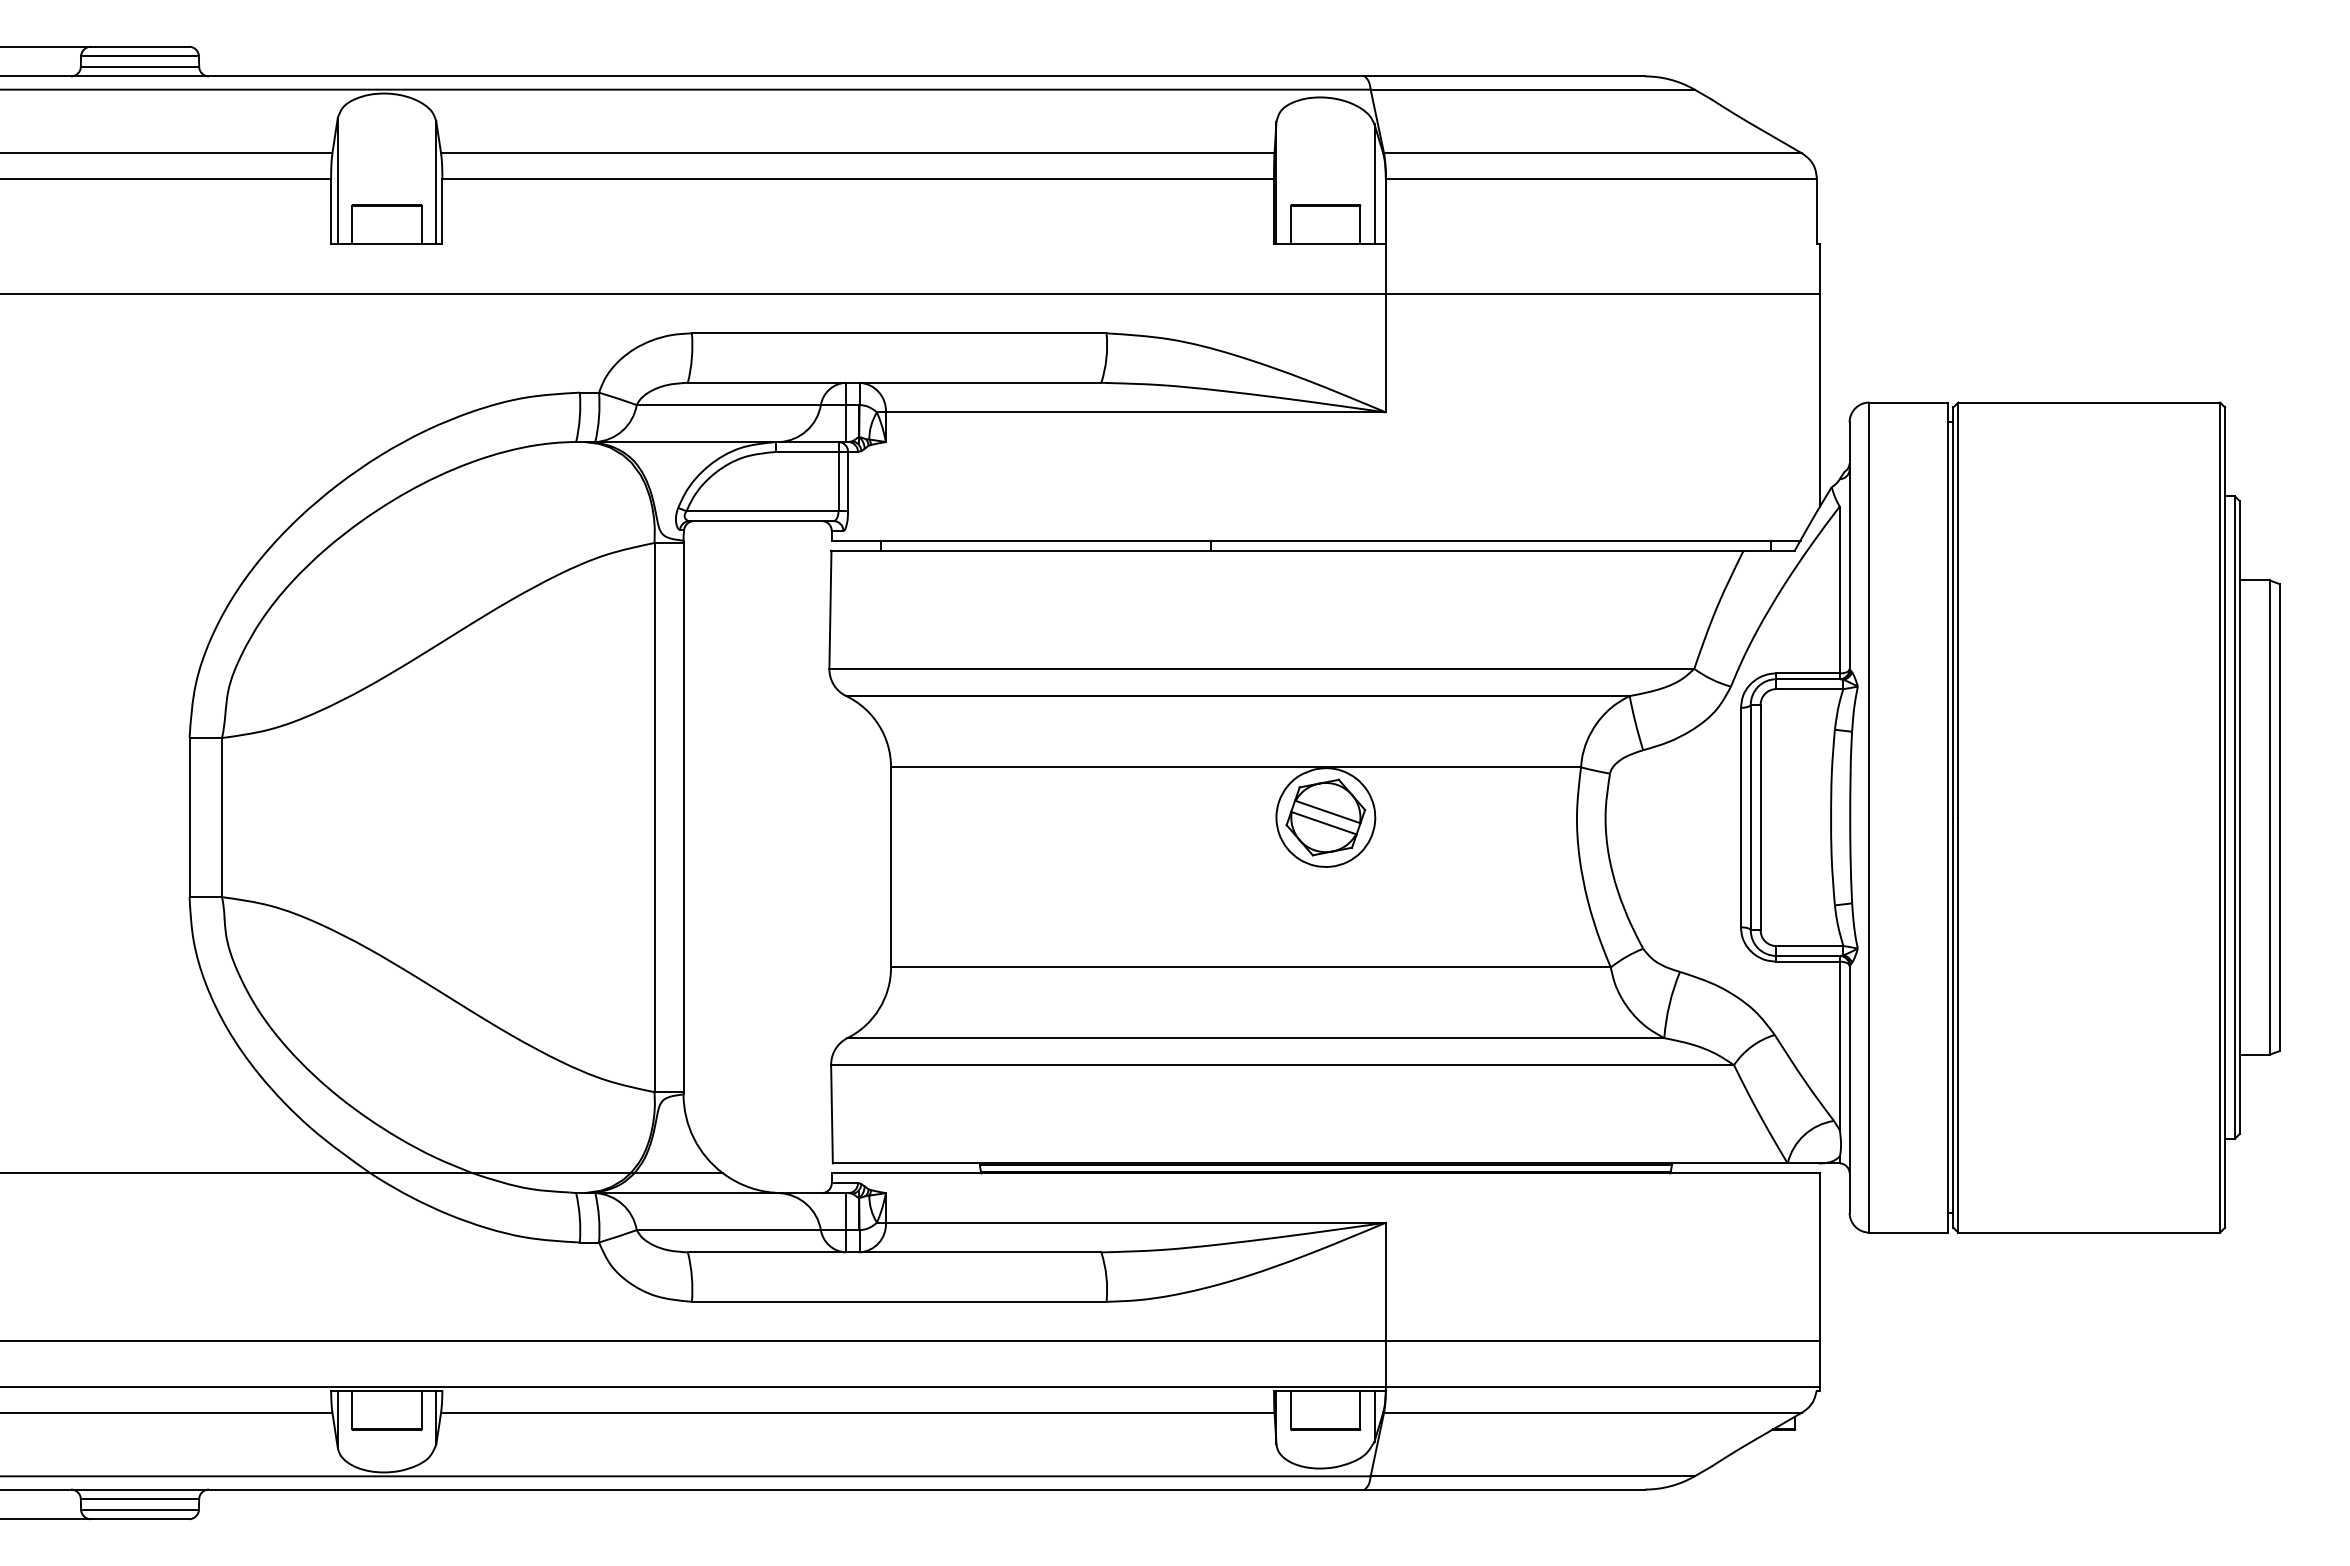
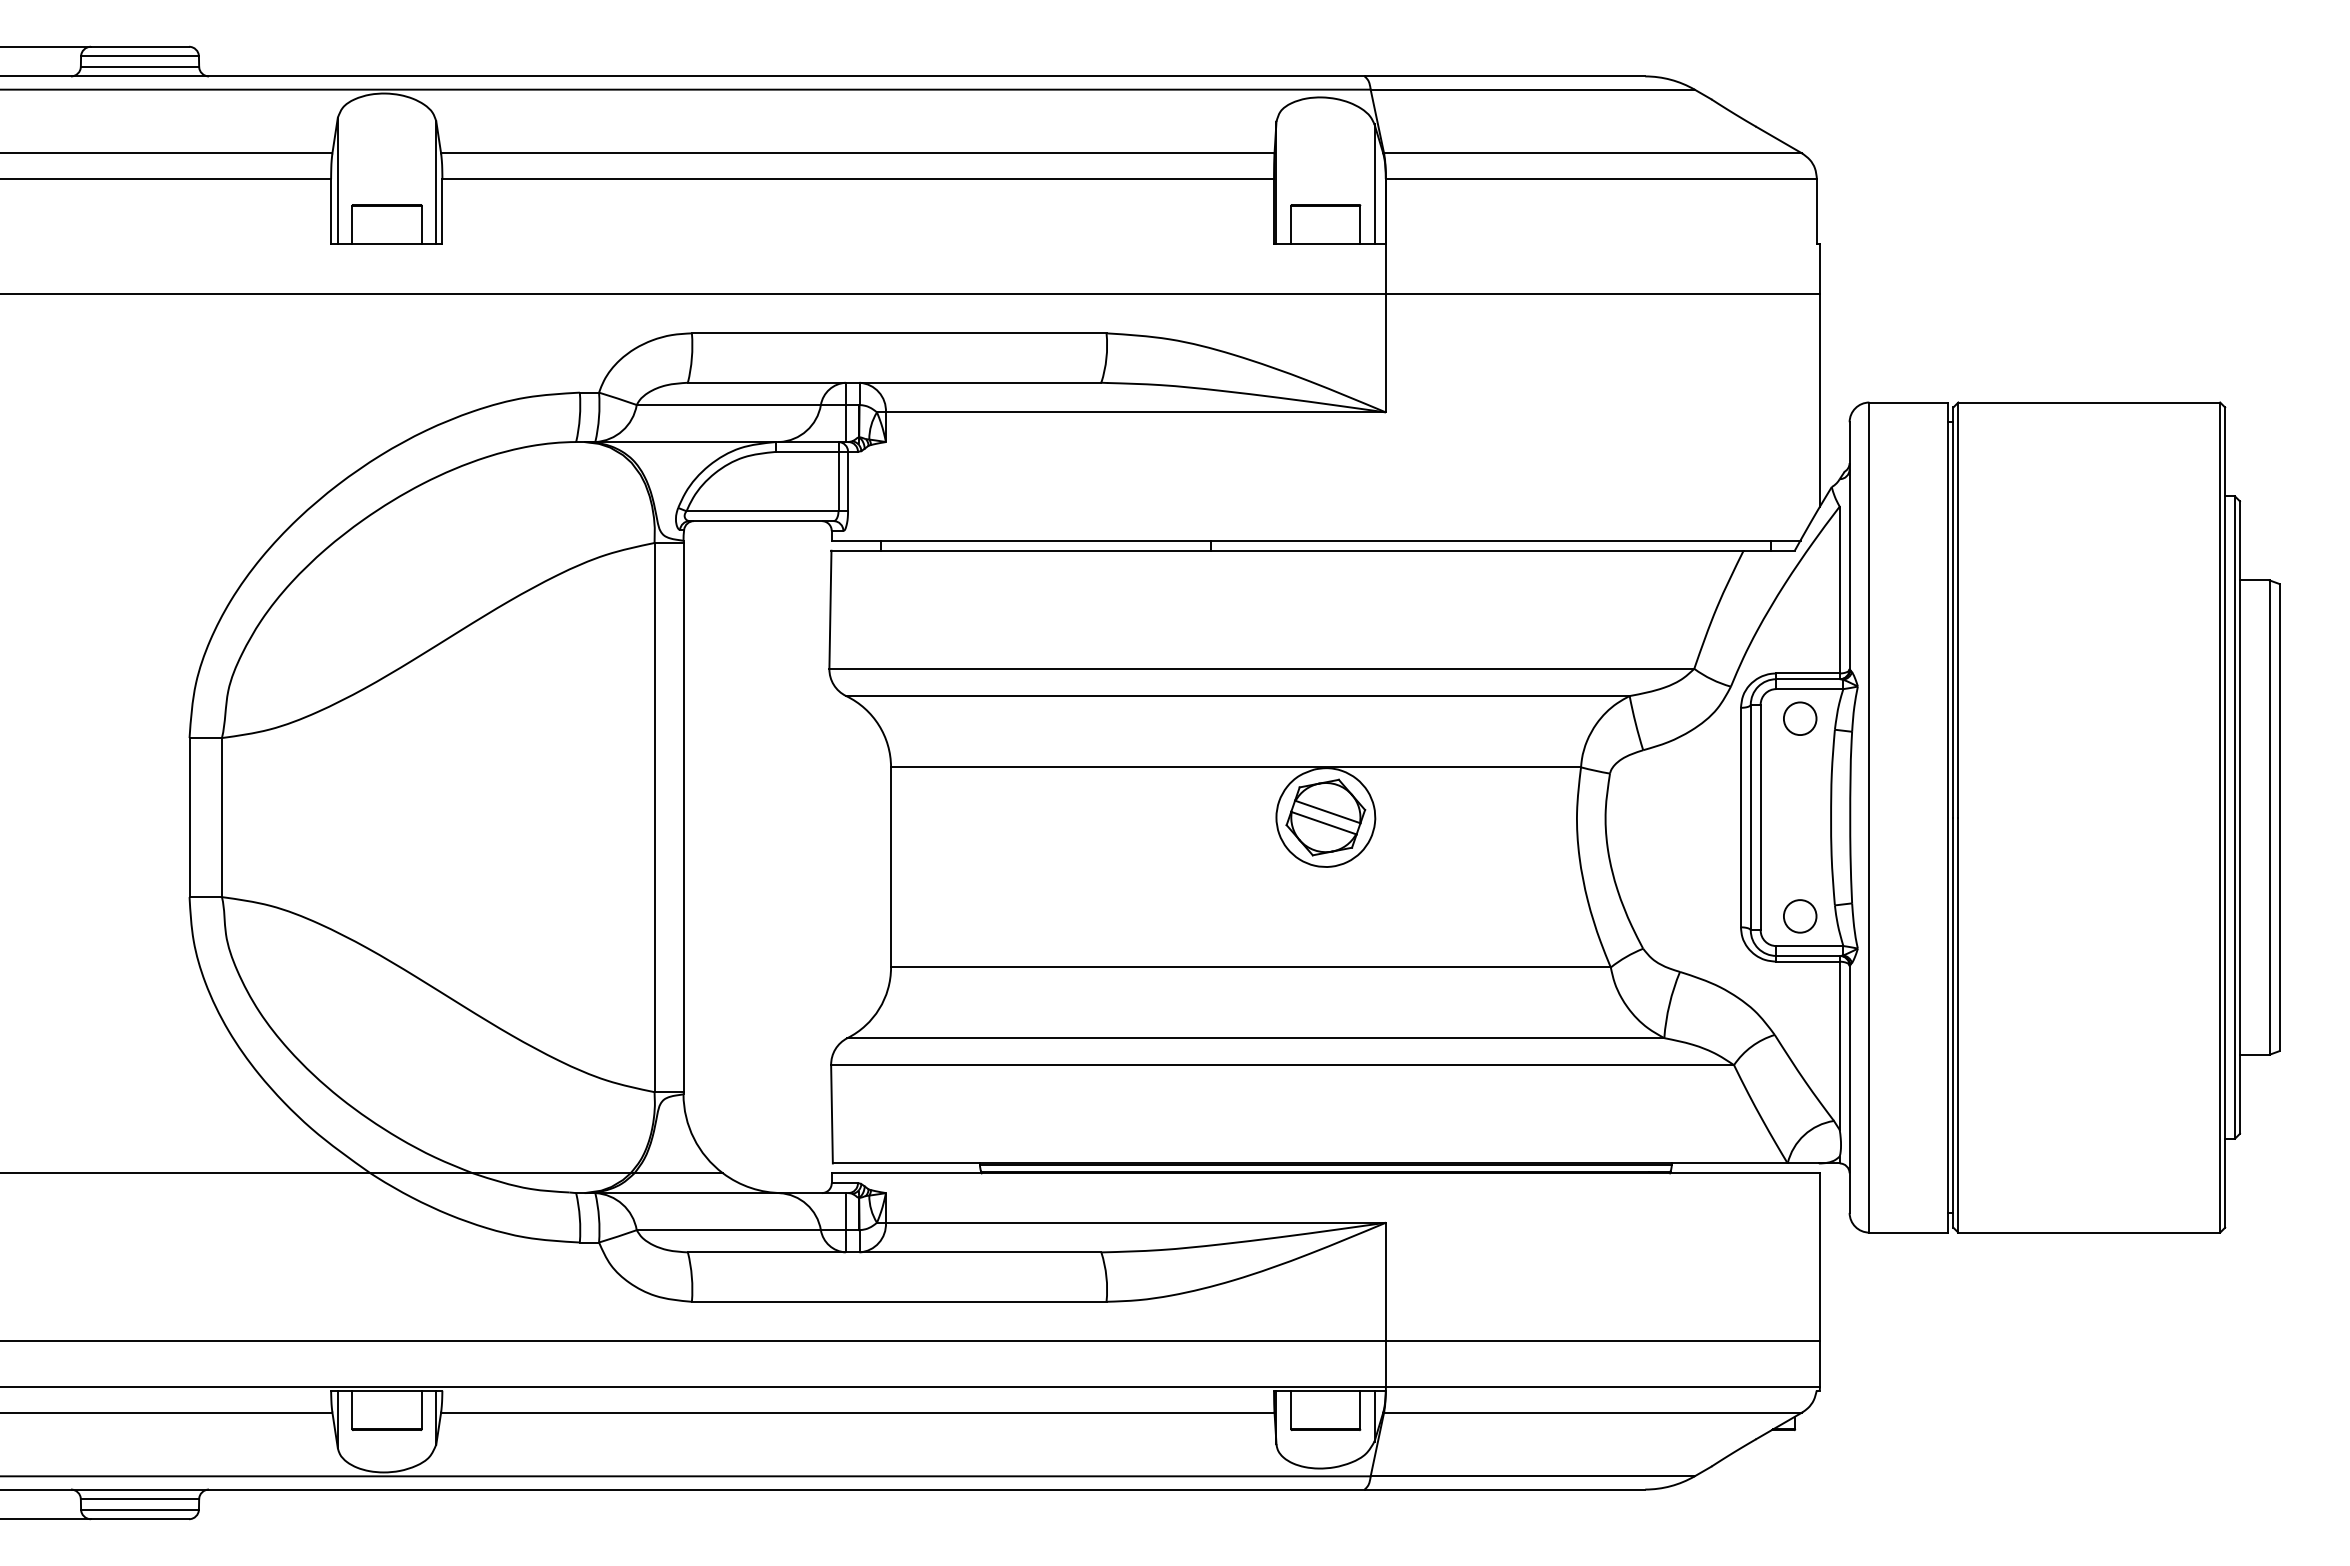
circle at (1800, 718): none -> present
circle at (1800, 916): none -> present
